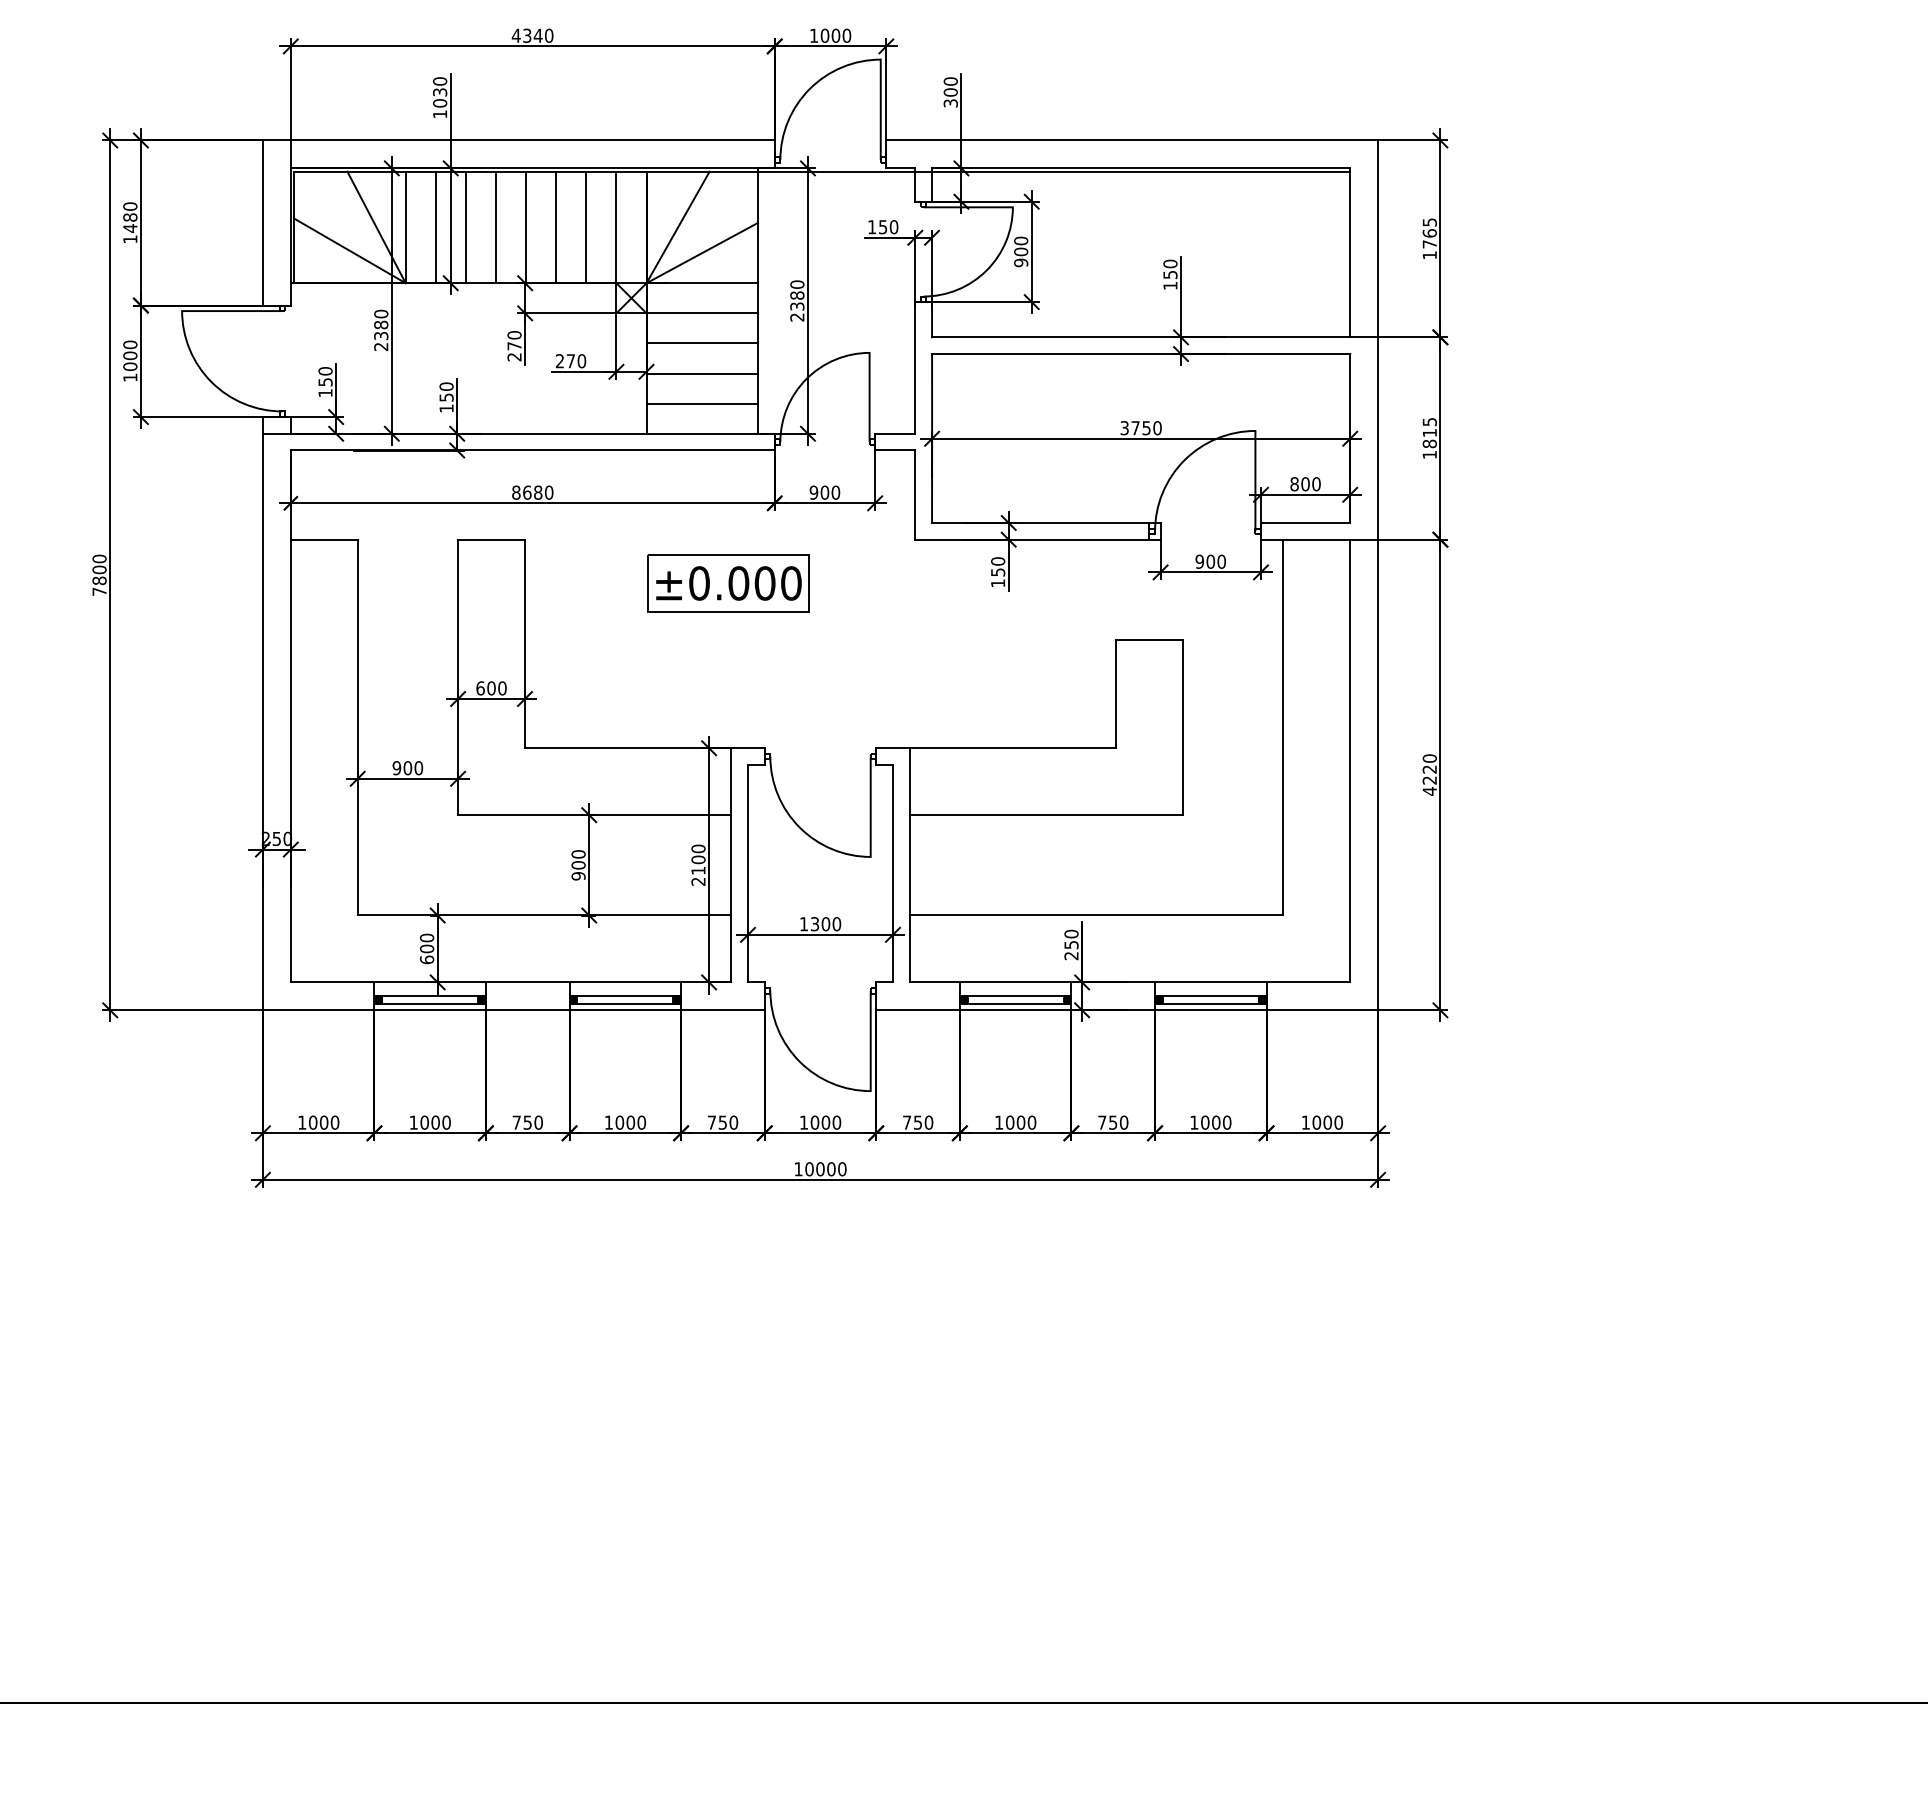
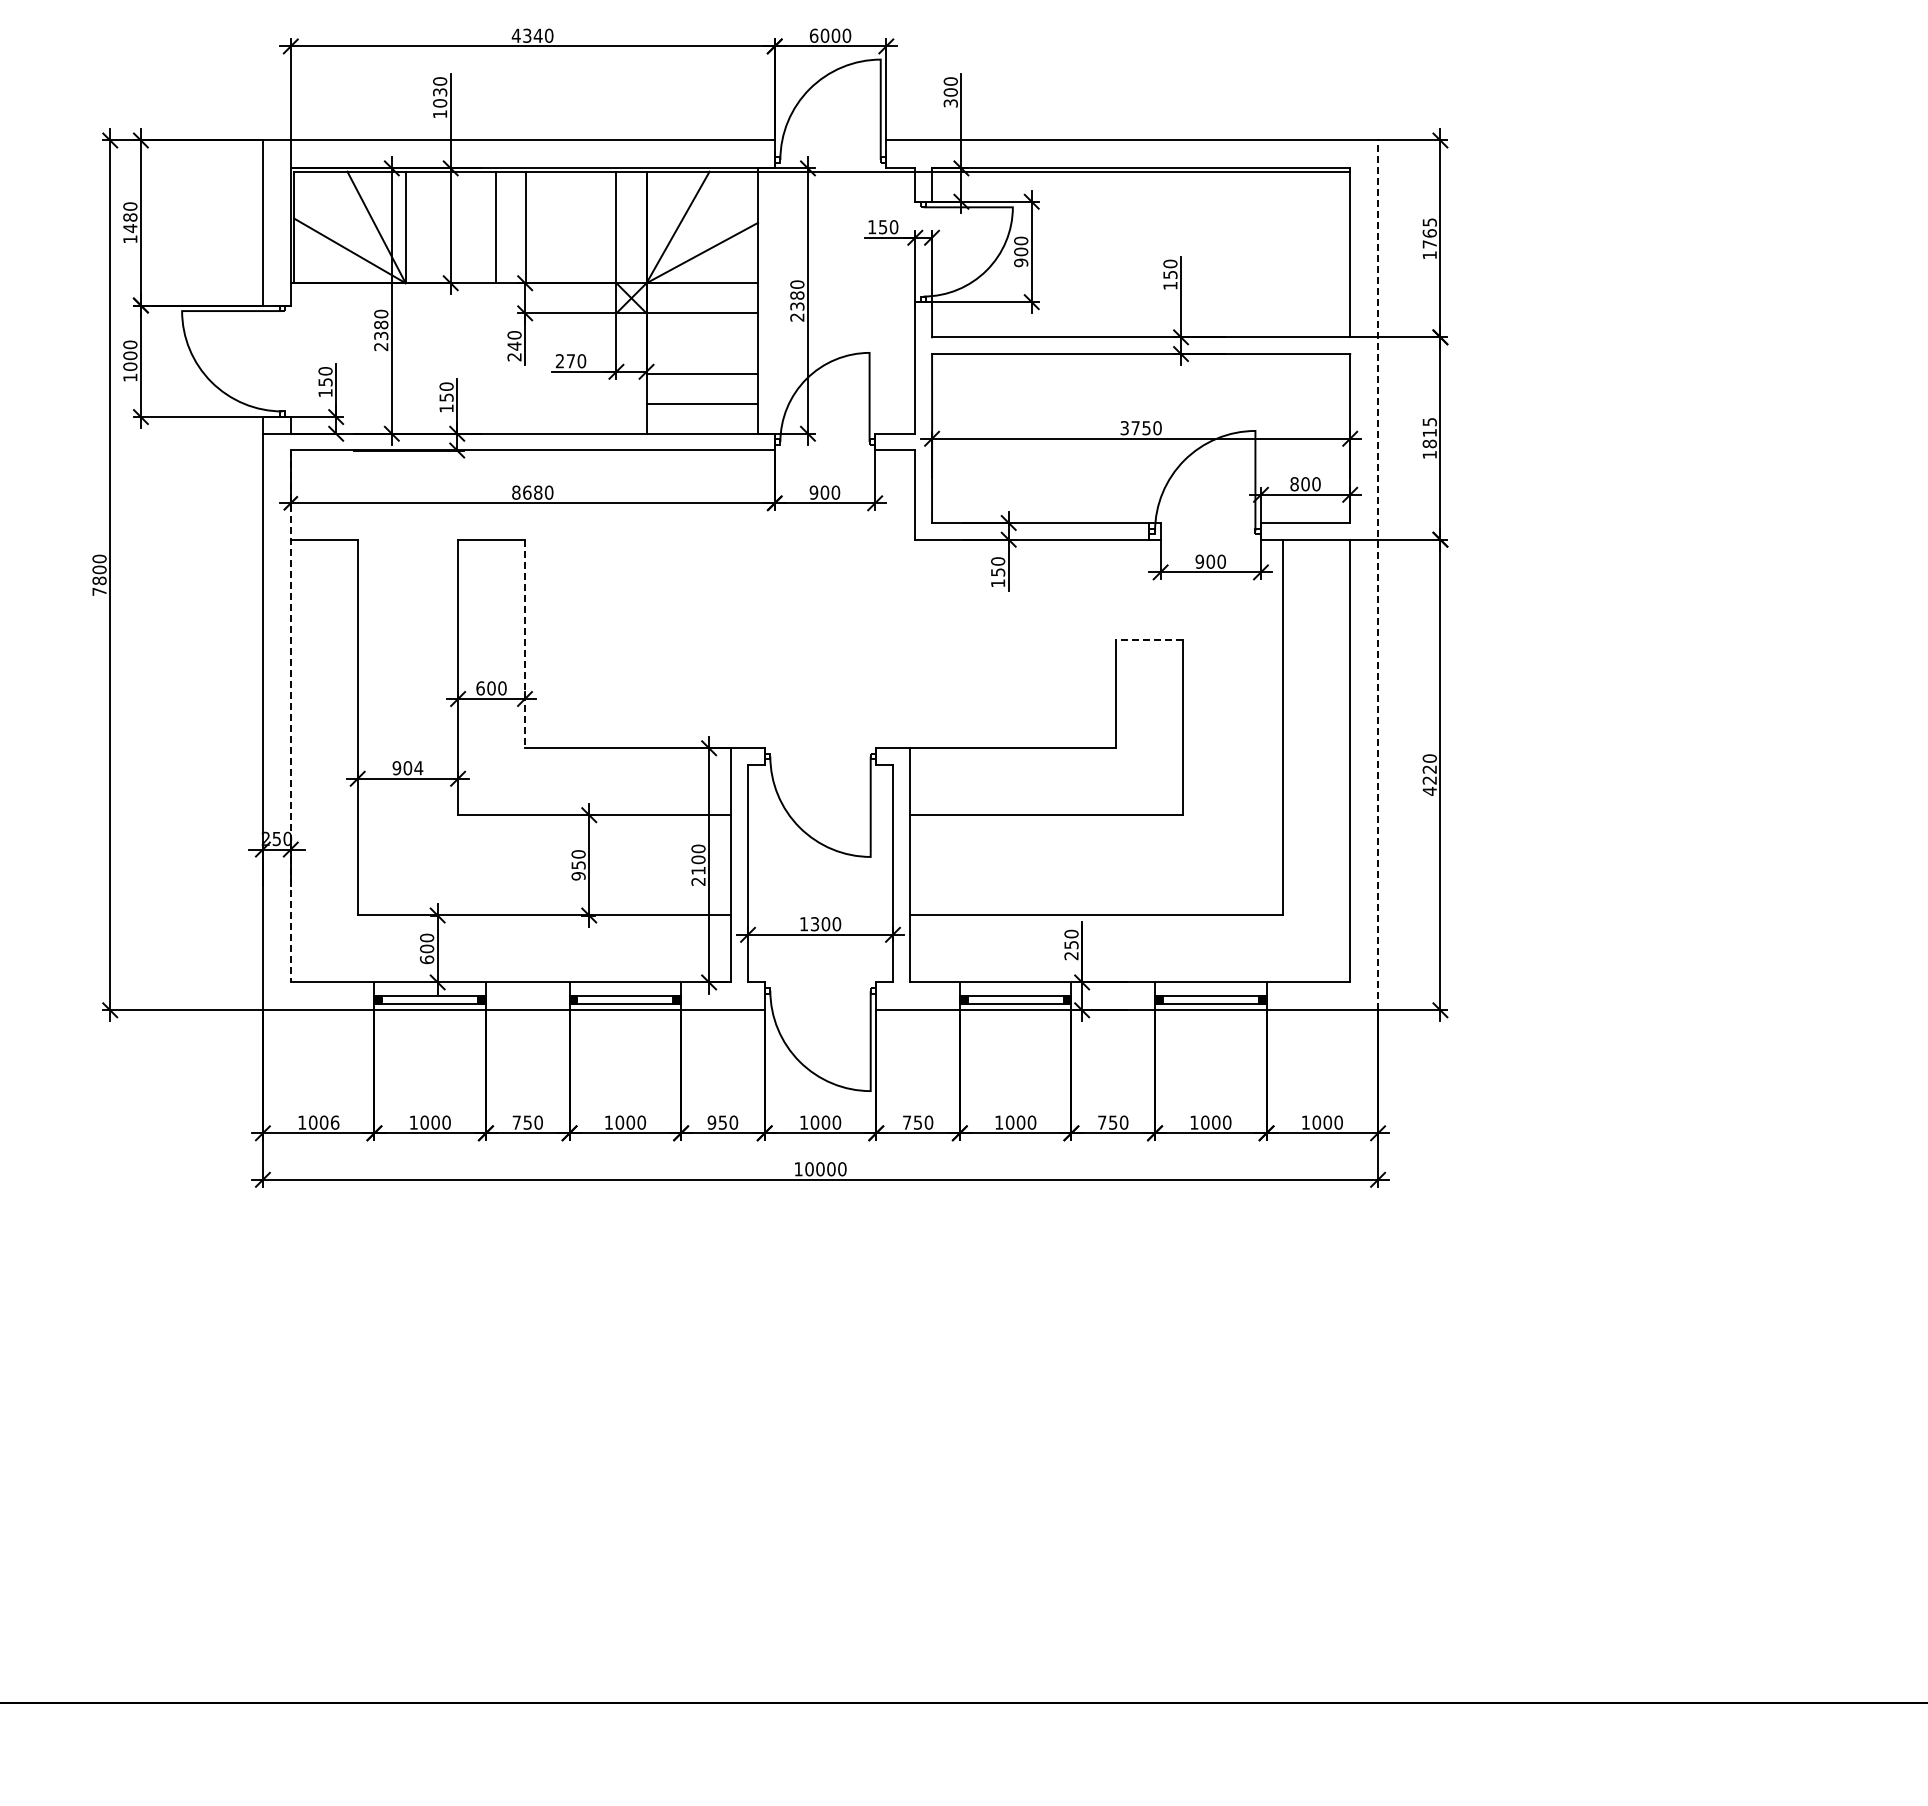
text at (813, 35): 1000 -> 6000
line at (435, 227): present -> none
line at (465, 227): present -> none
line at (556, 227): present -> none
line at (586, 227): present -> none
line at (702, 343): present -> none
text at (514, 345): 270 -> 240
line at (1378, 575): solid -> dashed
part at (728, 583): present -> none
line at (1148, 640): solid -> dashed
line at (525, 644): solid -> dashed
line at (290, 716): solid -> dashed
text at (418, 768): 900 -> 904
text at (578, 865): 900 -> 950
text at (335, 1122): 1000 -> 1006
text at (711, 1122): 750 -> 950
